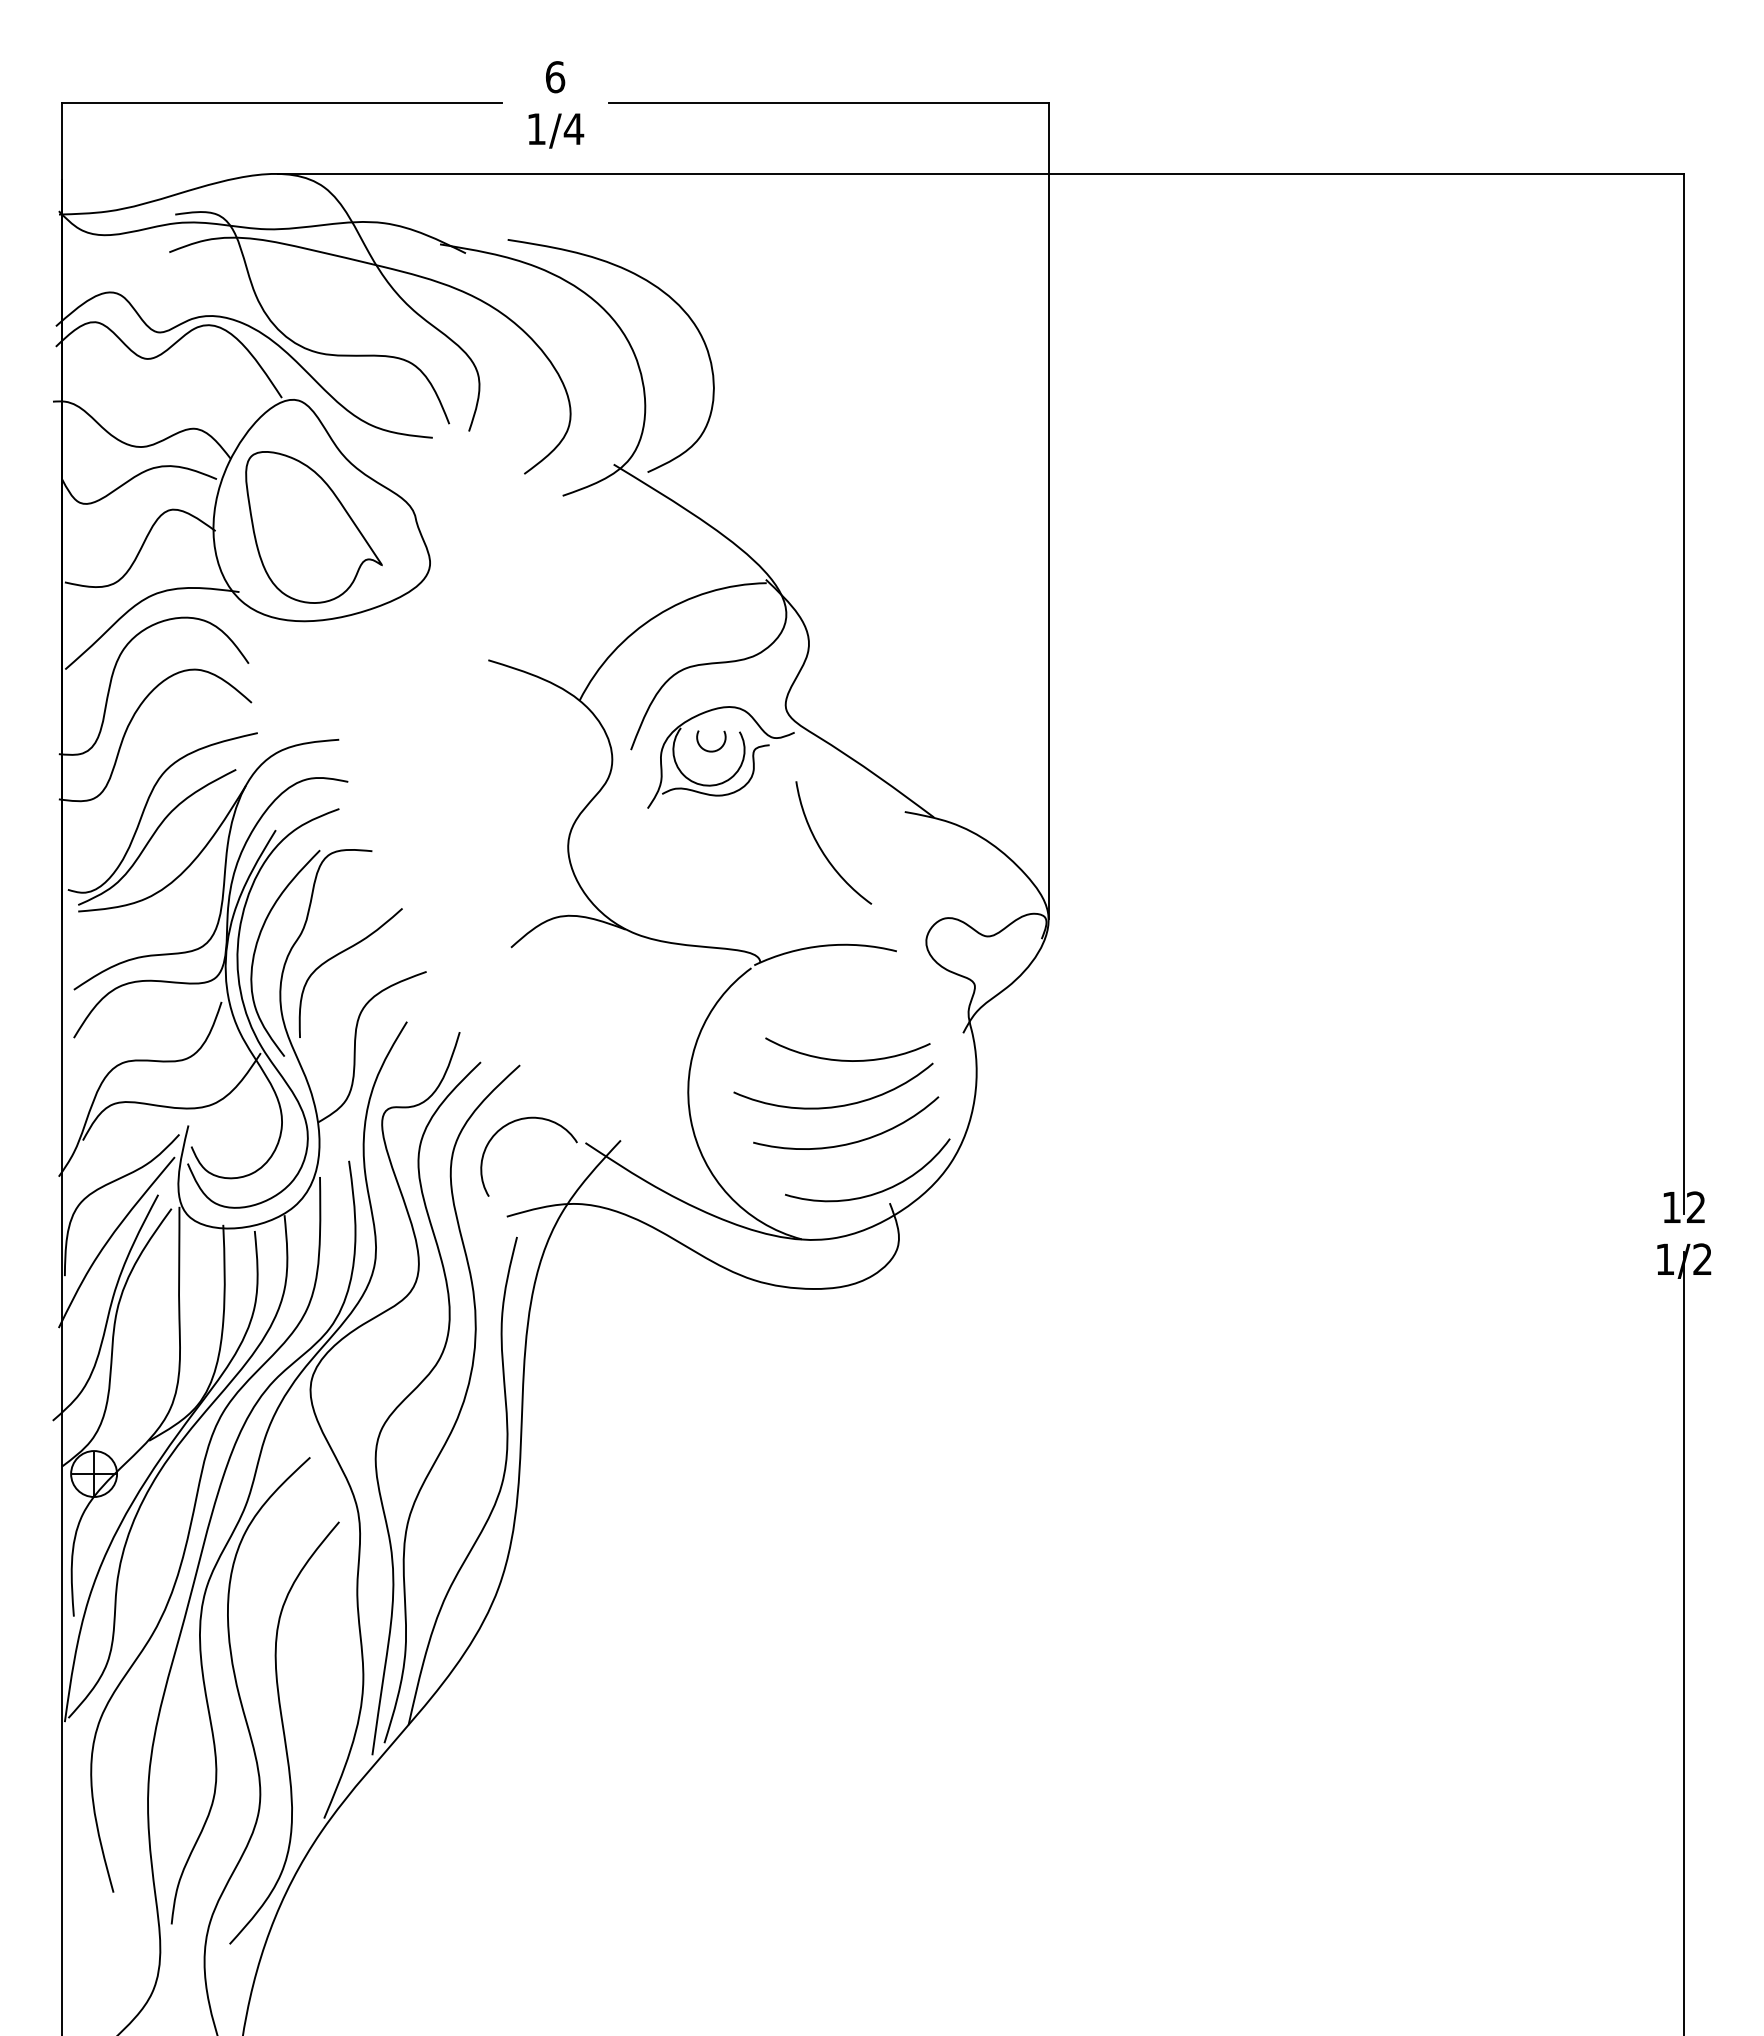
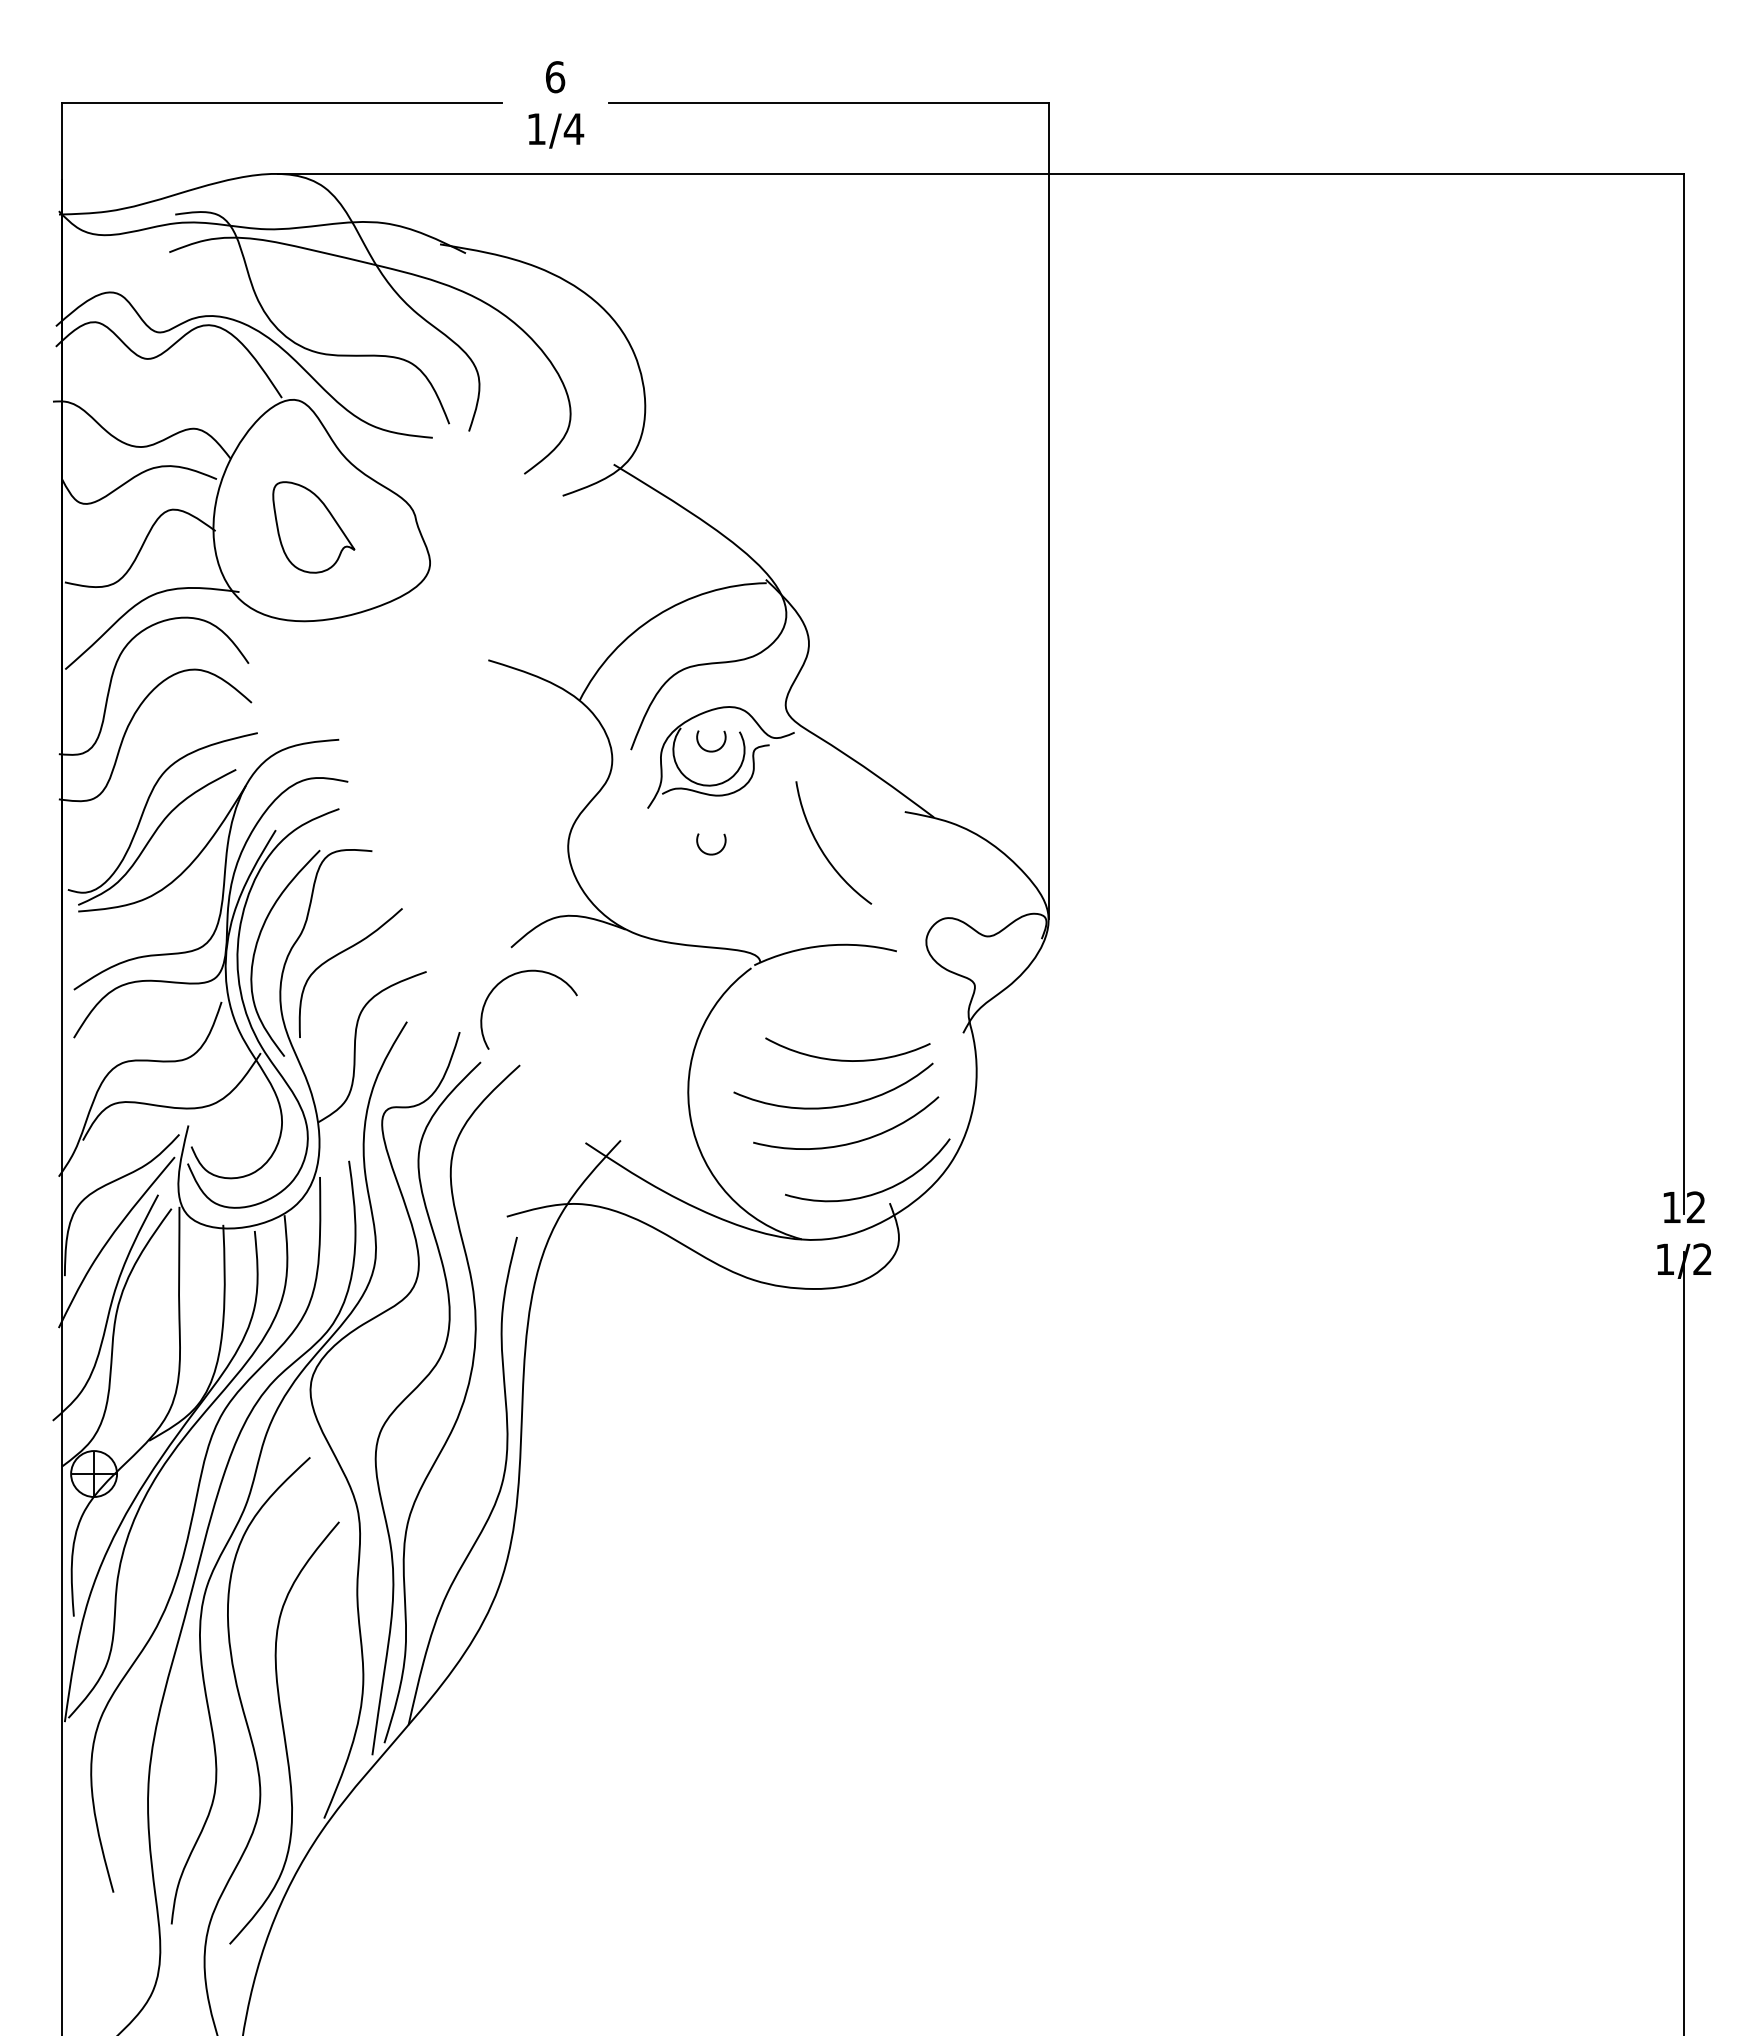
curve at (659, 290): present -> none
part at (313, 527) size: 138x153 px -> 84x93 px
arc at (711, 853): none -> present
arc at (517, 1121) position: (517, 1121) -> (517, 974)
